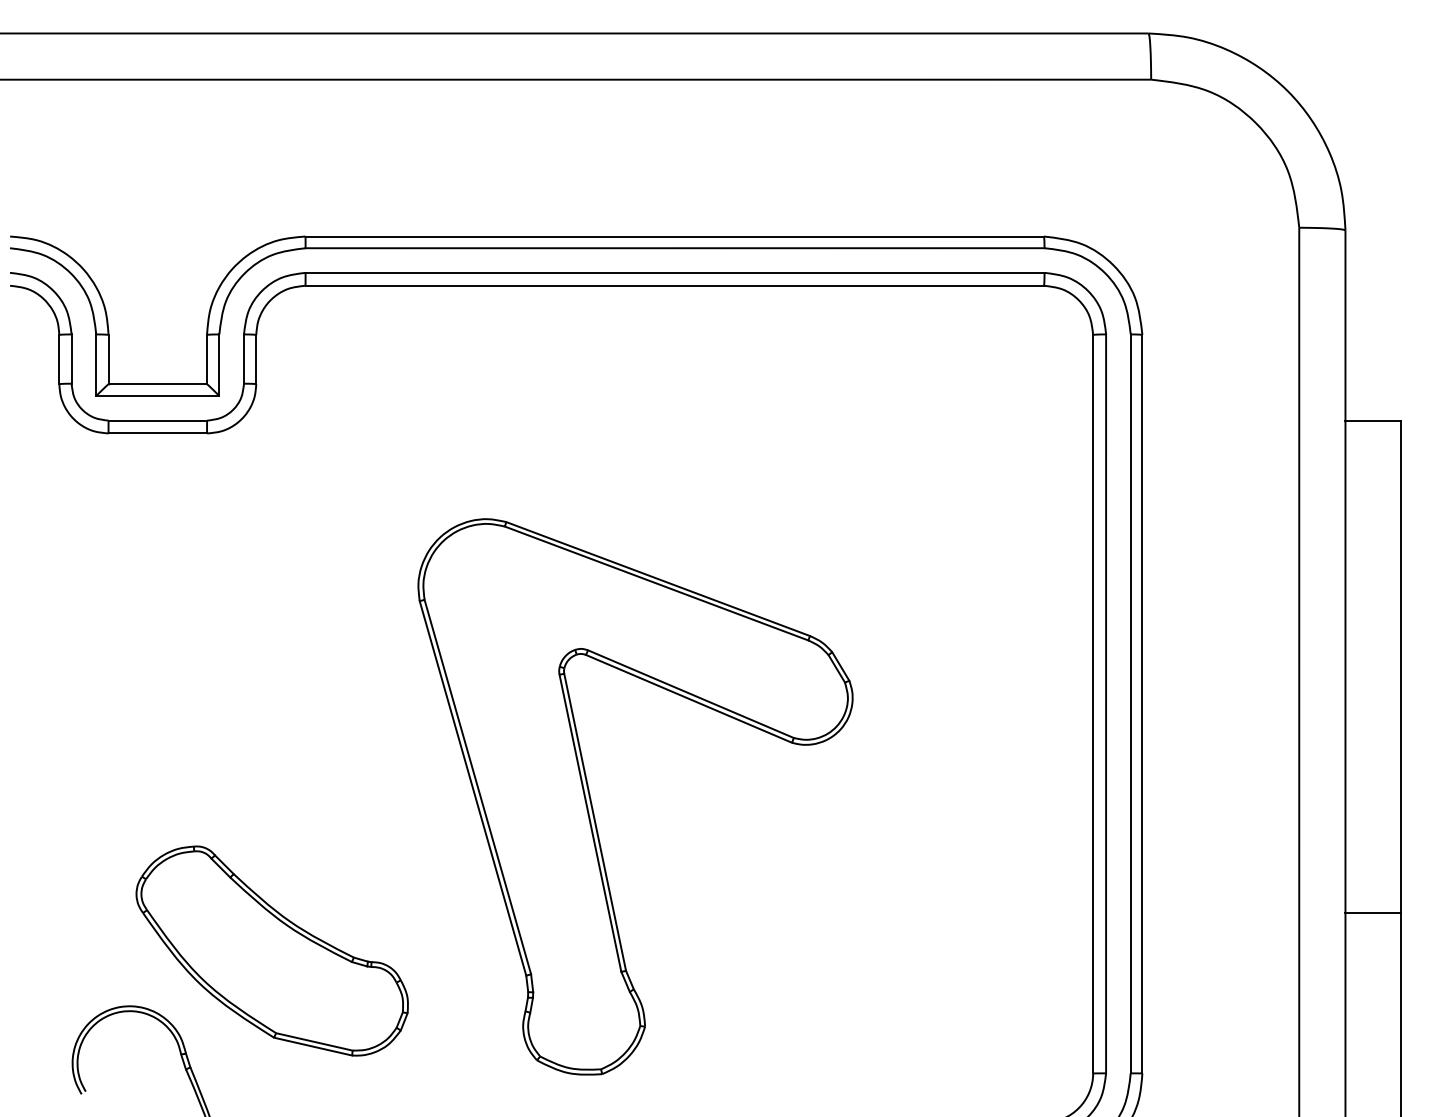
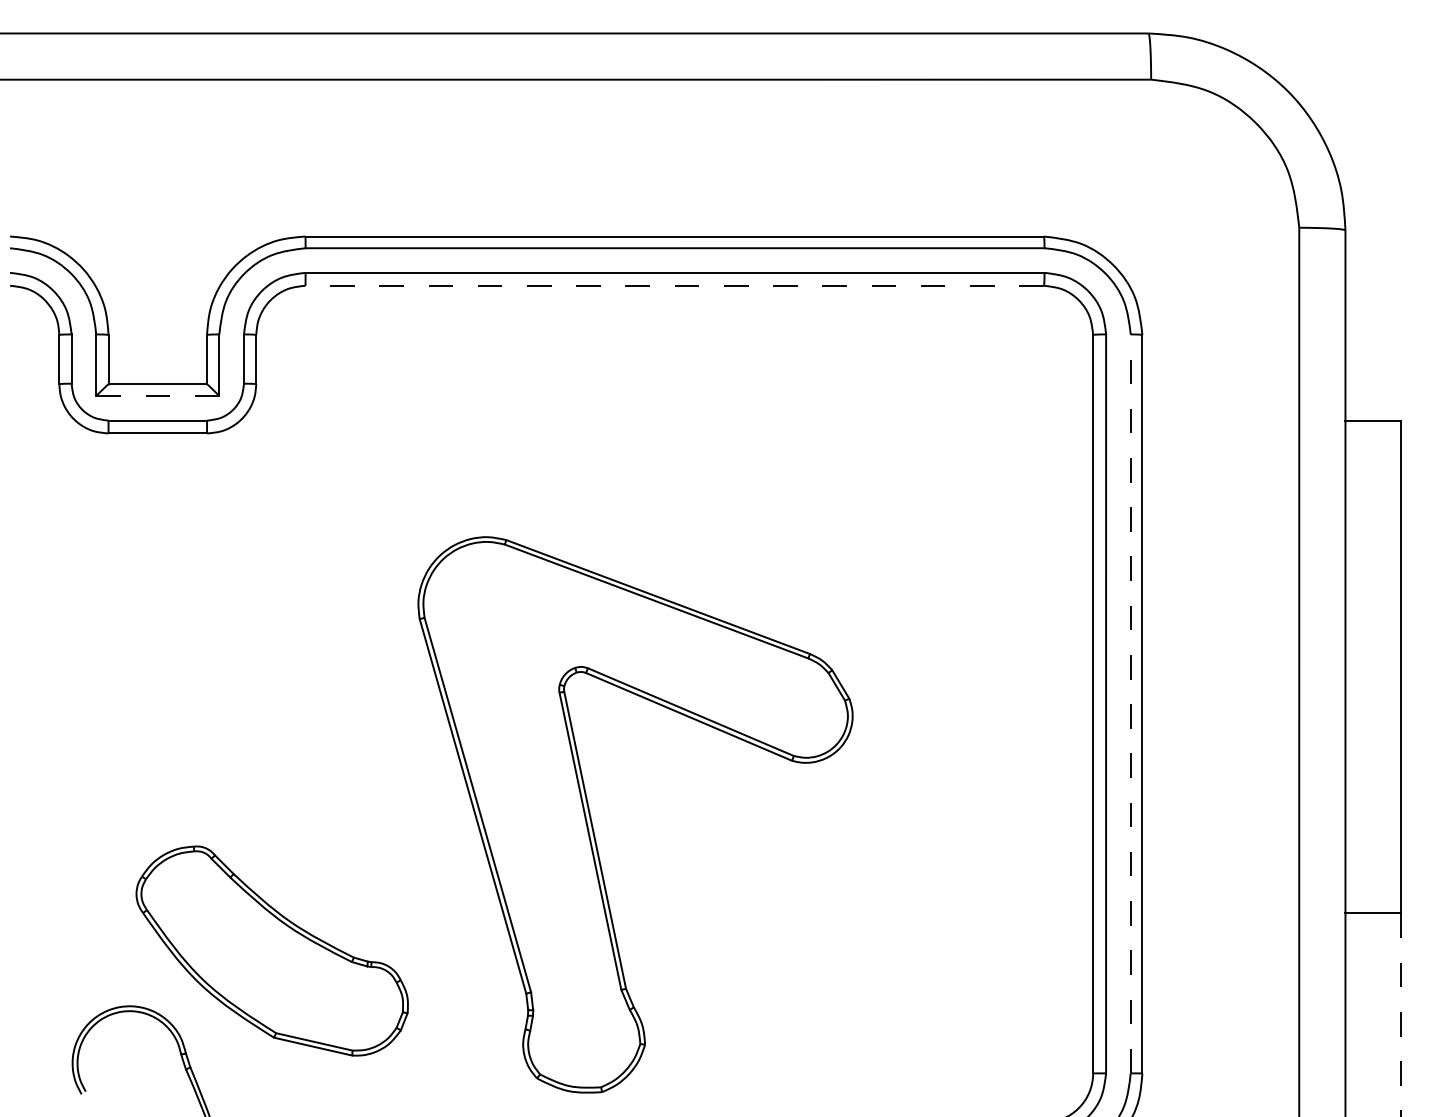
line at (674, 285): solid -> dashed
line at (157, 396): solid -> dashed
line at (1130, 703): solid -> dashed
part at (592, 803) position: (592, 803) -> (592, 821)
line at (1400, 1014): solid -> dashed
